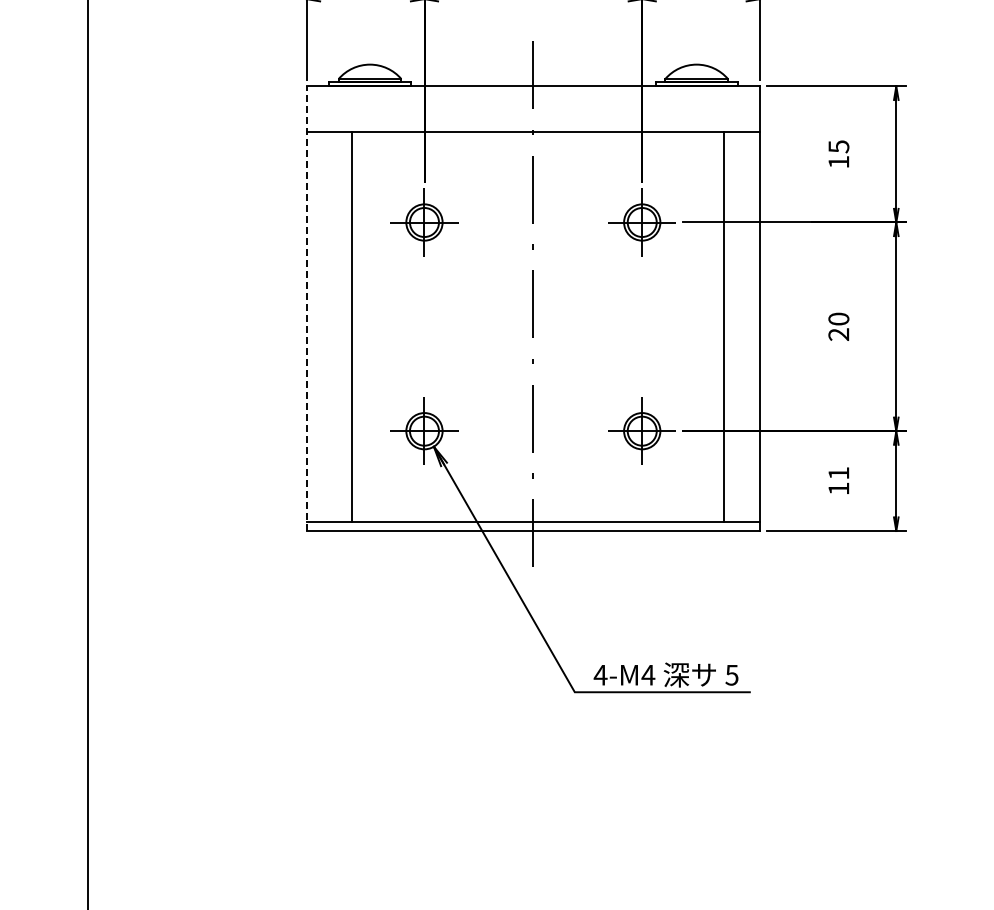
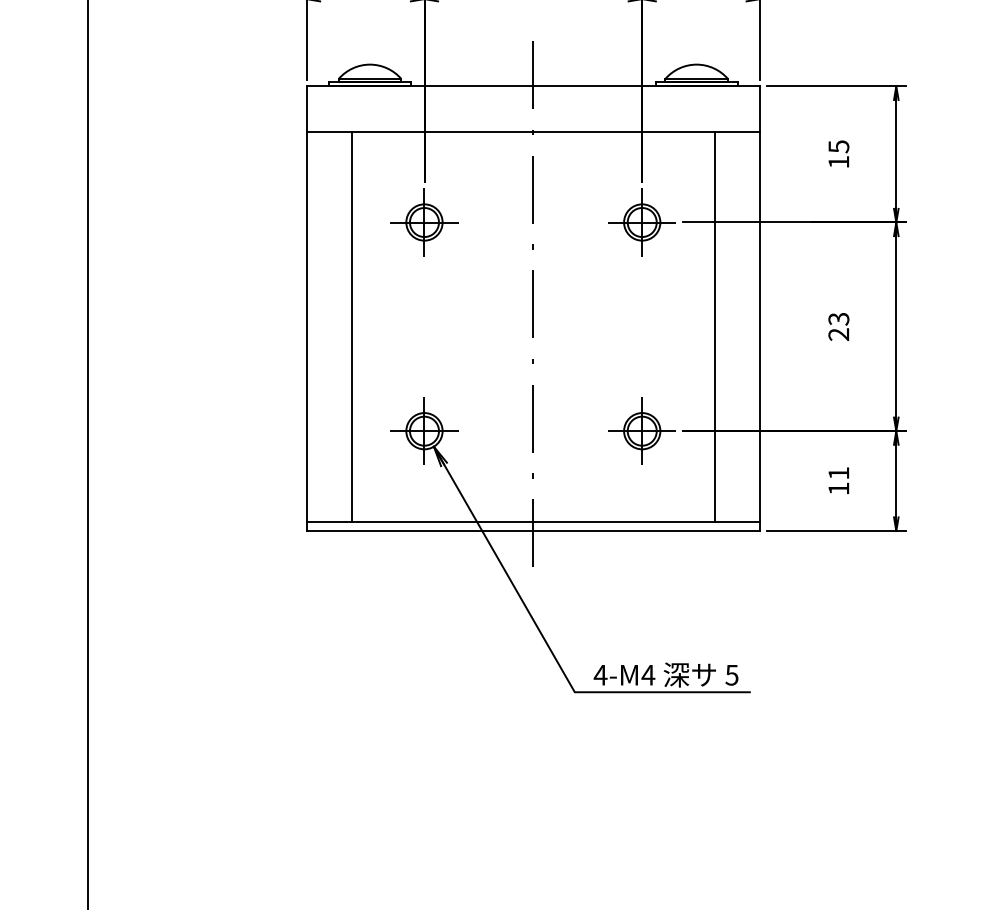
line at (306, 308): dashed -> solid
text at (838, 318): 20 -> 23
line at (723, 326) position: (723, 326) -> (714, 326)
